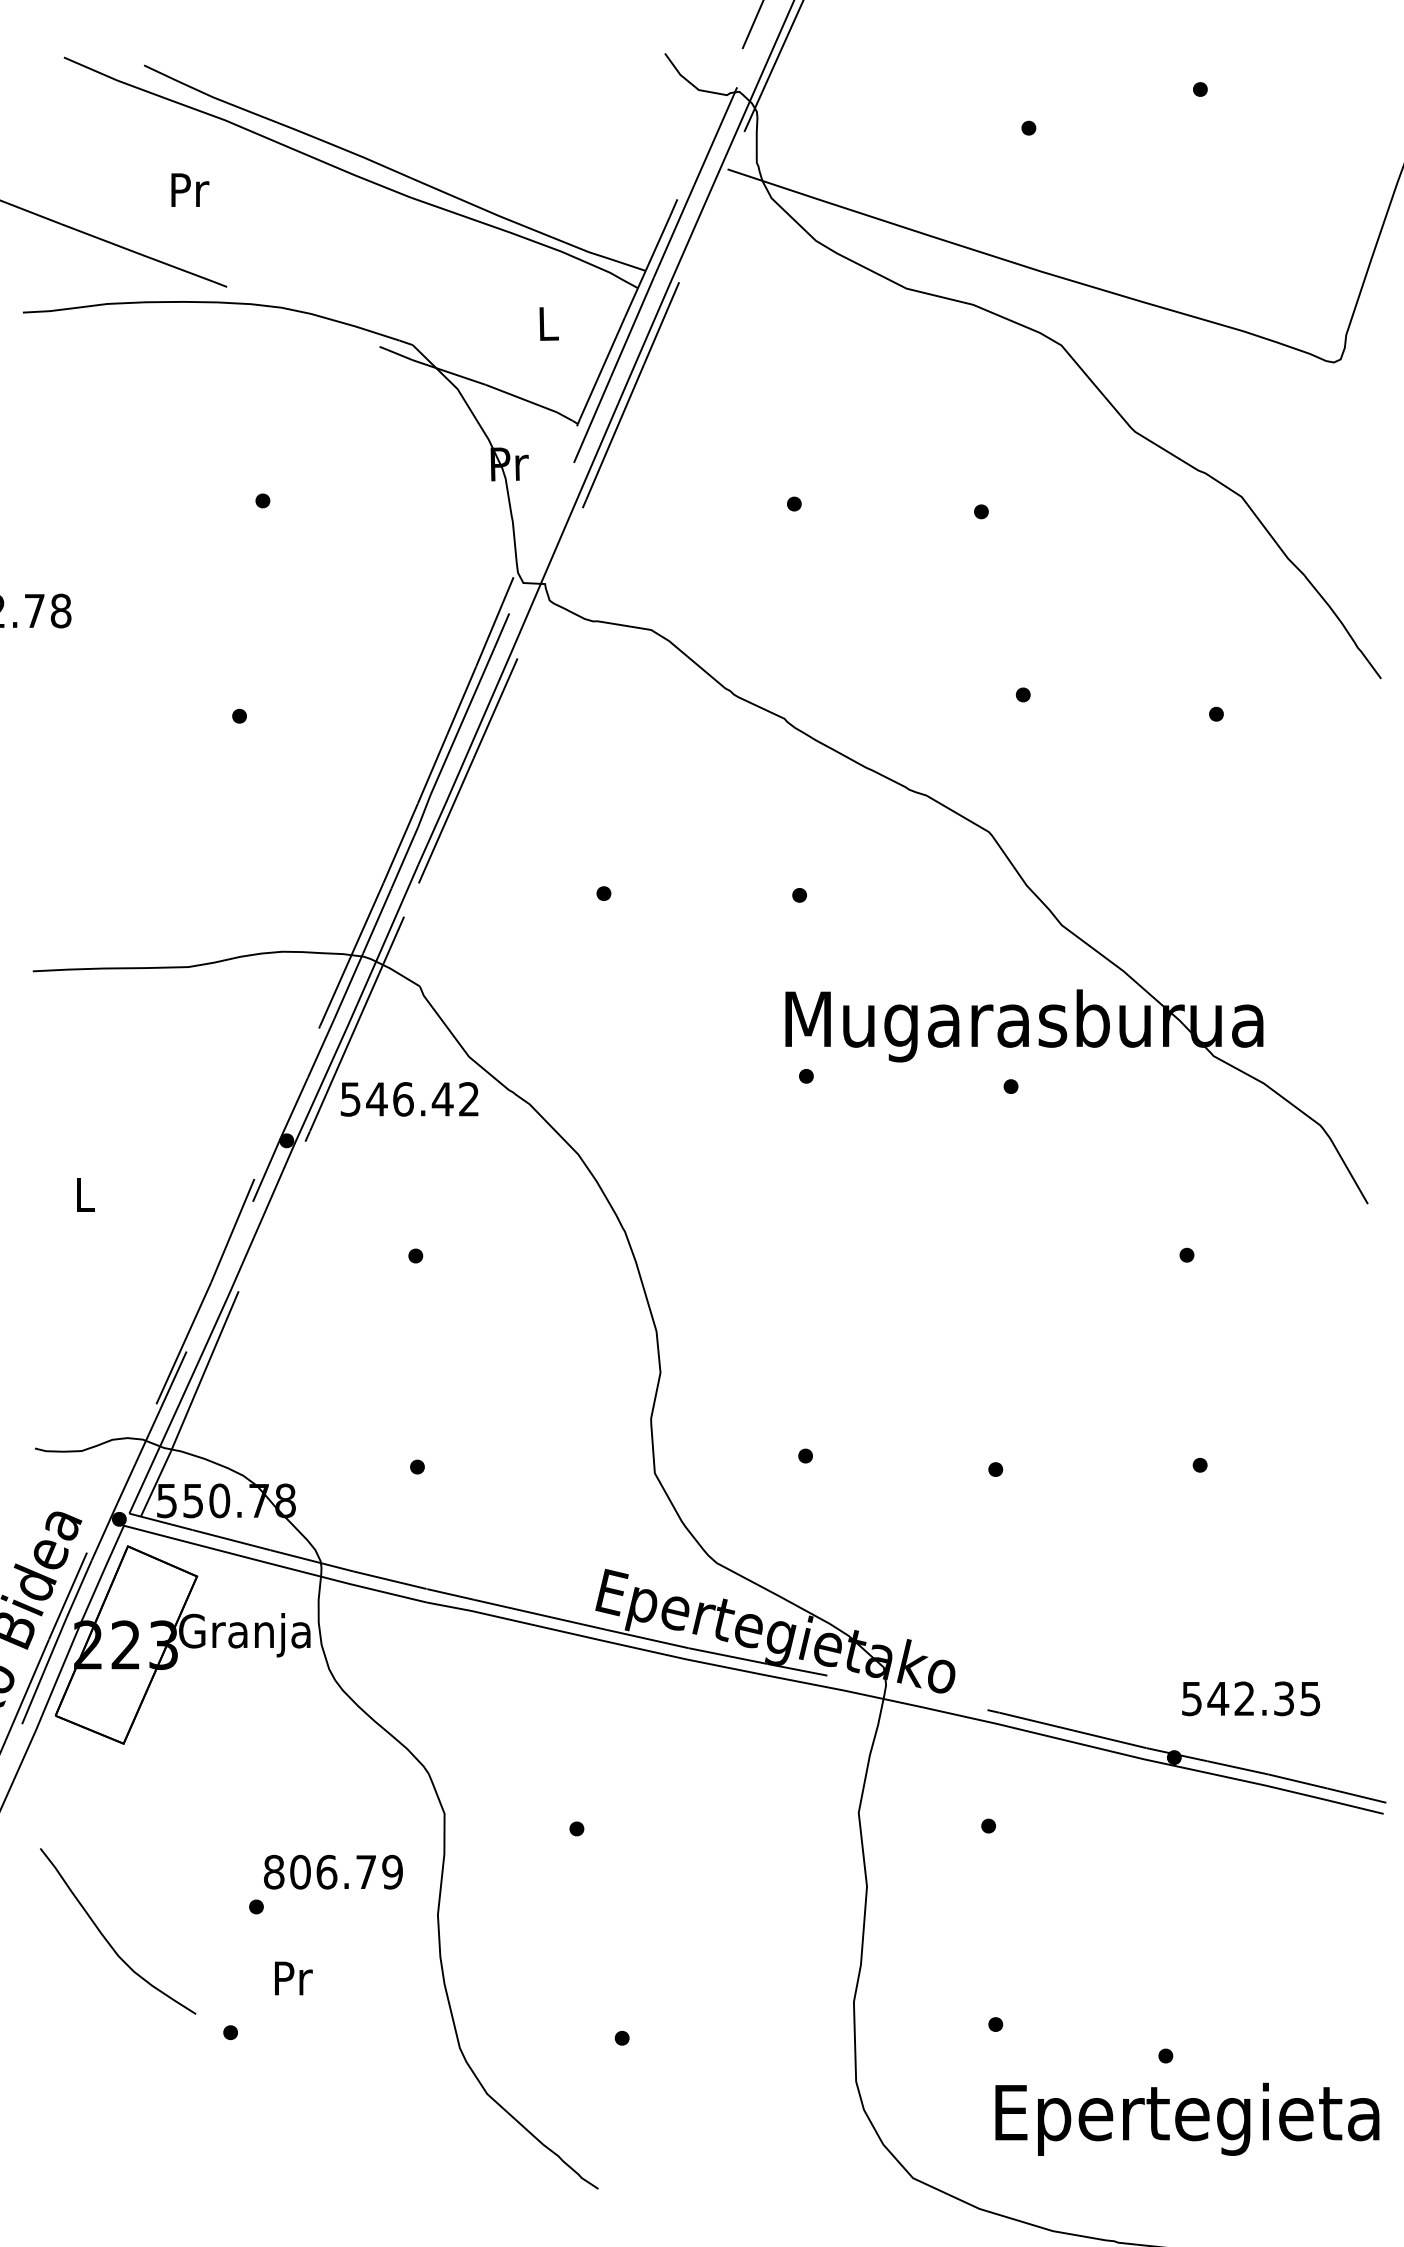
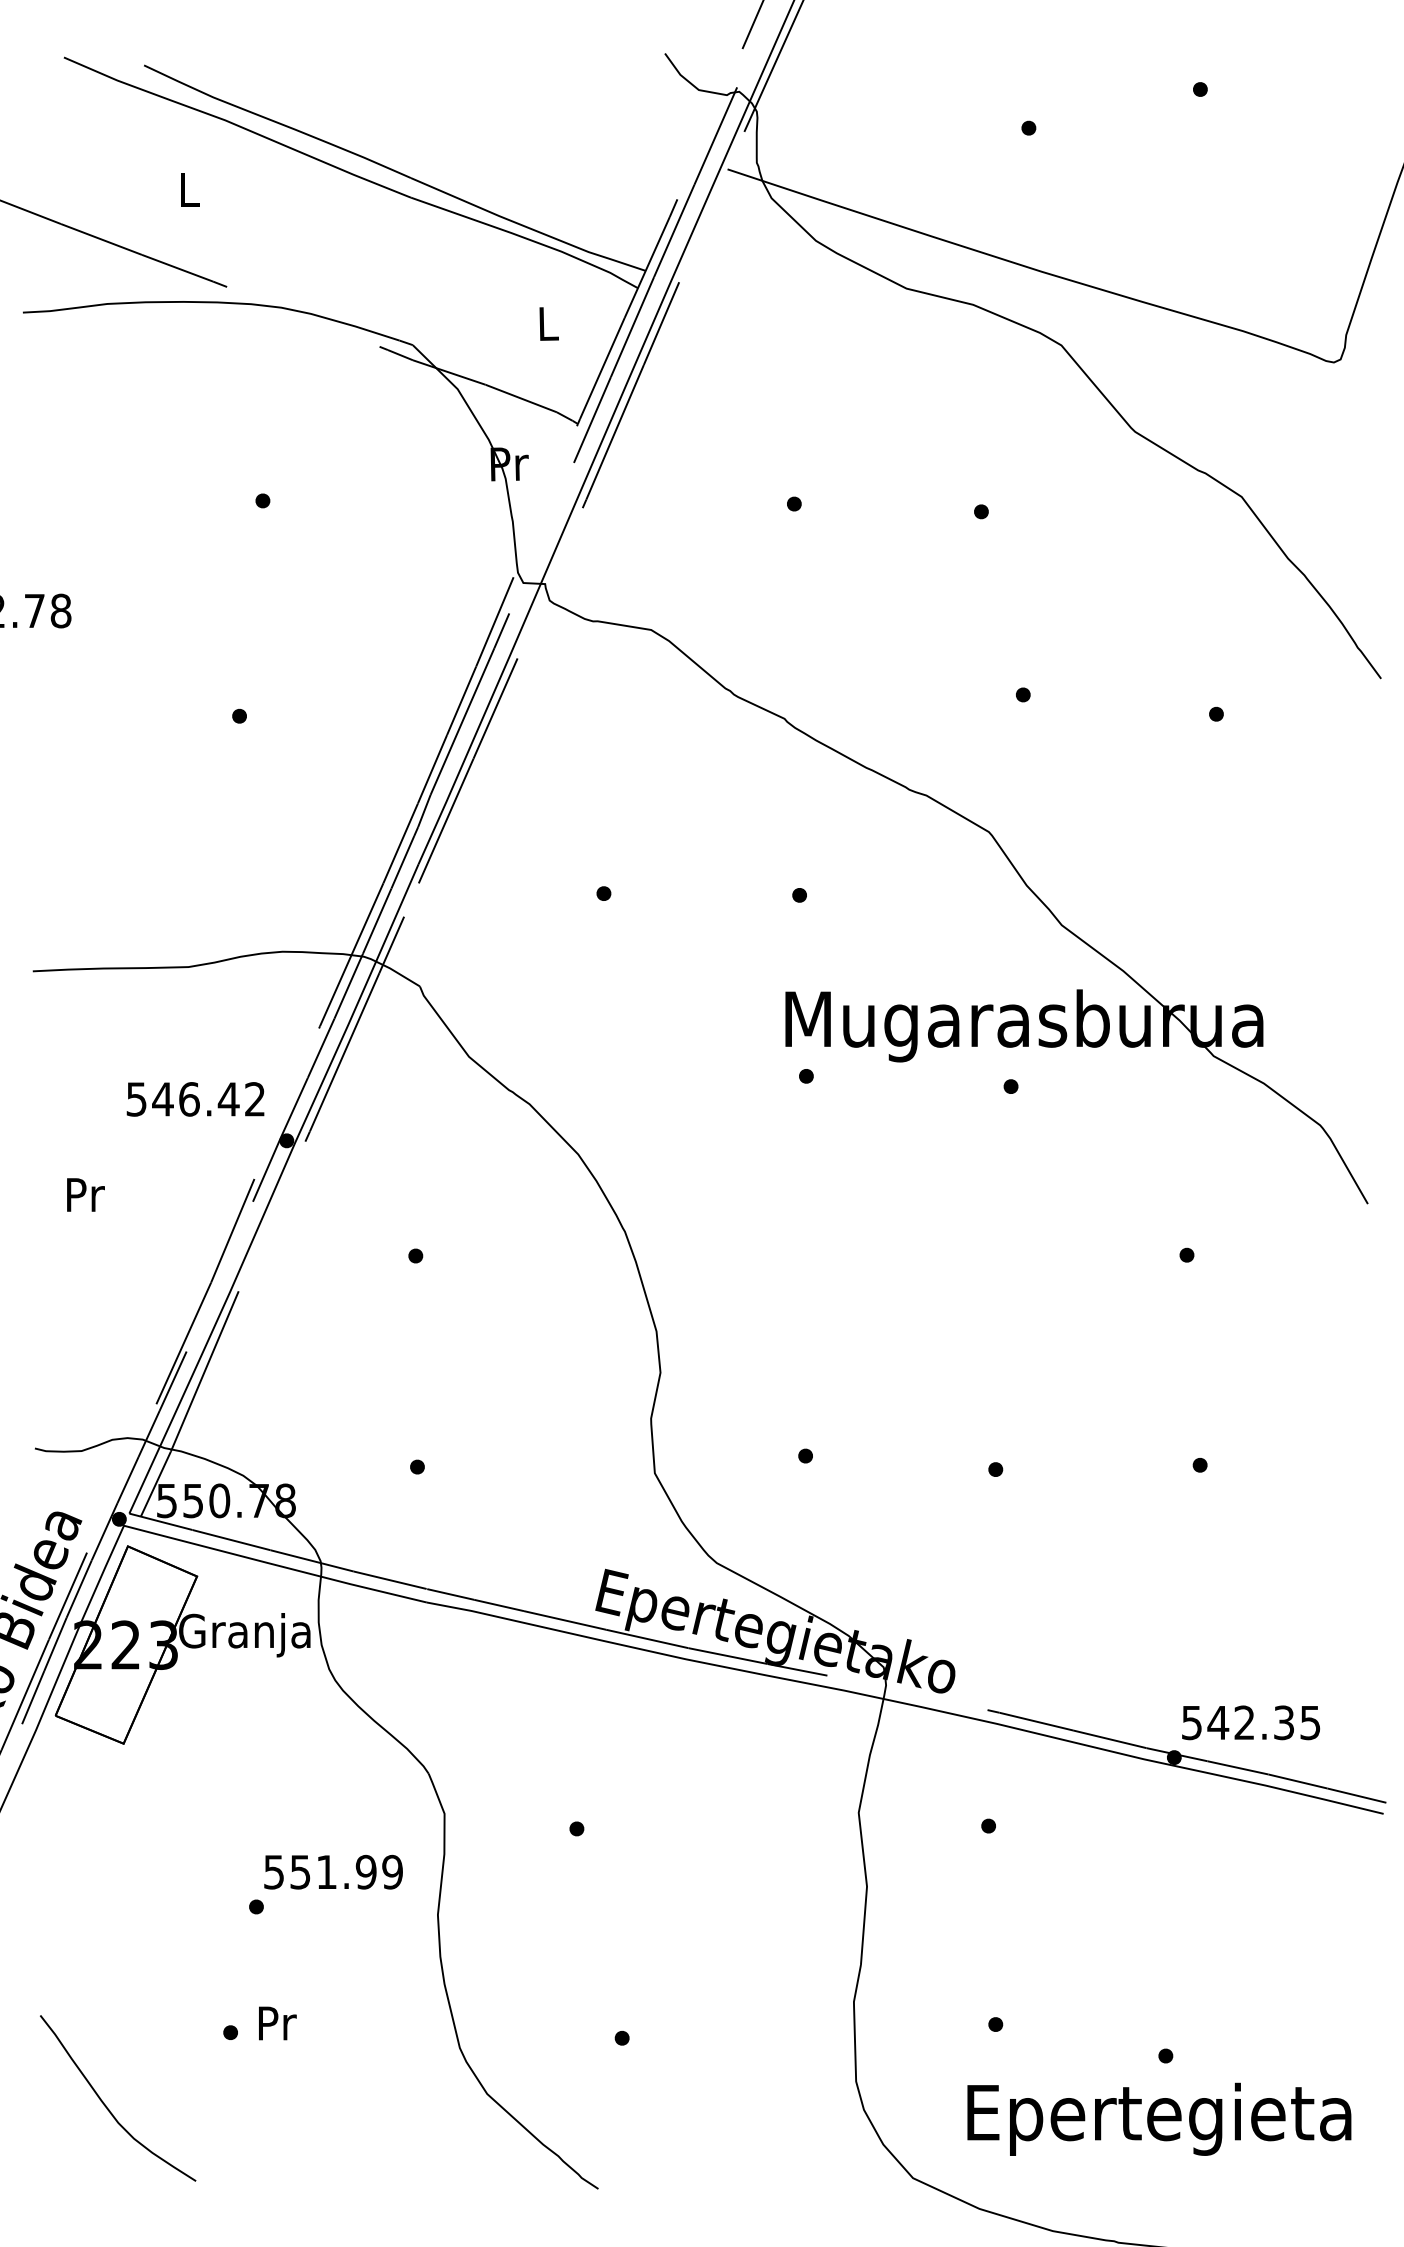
text at (190, 189): Pr -> L
text at (409, 1099) position: (409, 1099) -> (195, 1099)
text at (85, 1194): L -> Pr
text at (1251, 1698) position: (1251, 1698) -> (1251, 1722)
text at (320, 1871): 806.79 -> 551.99
curve at (107, 1939) position: (107, 1939) -> (107, 2106)
text at (293, 1978) position: (293, 1978) -> (277, 2023)
text at (1187, 2118) position: (1187, 2118) -> (1159, 2118)
